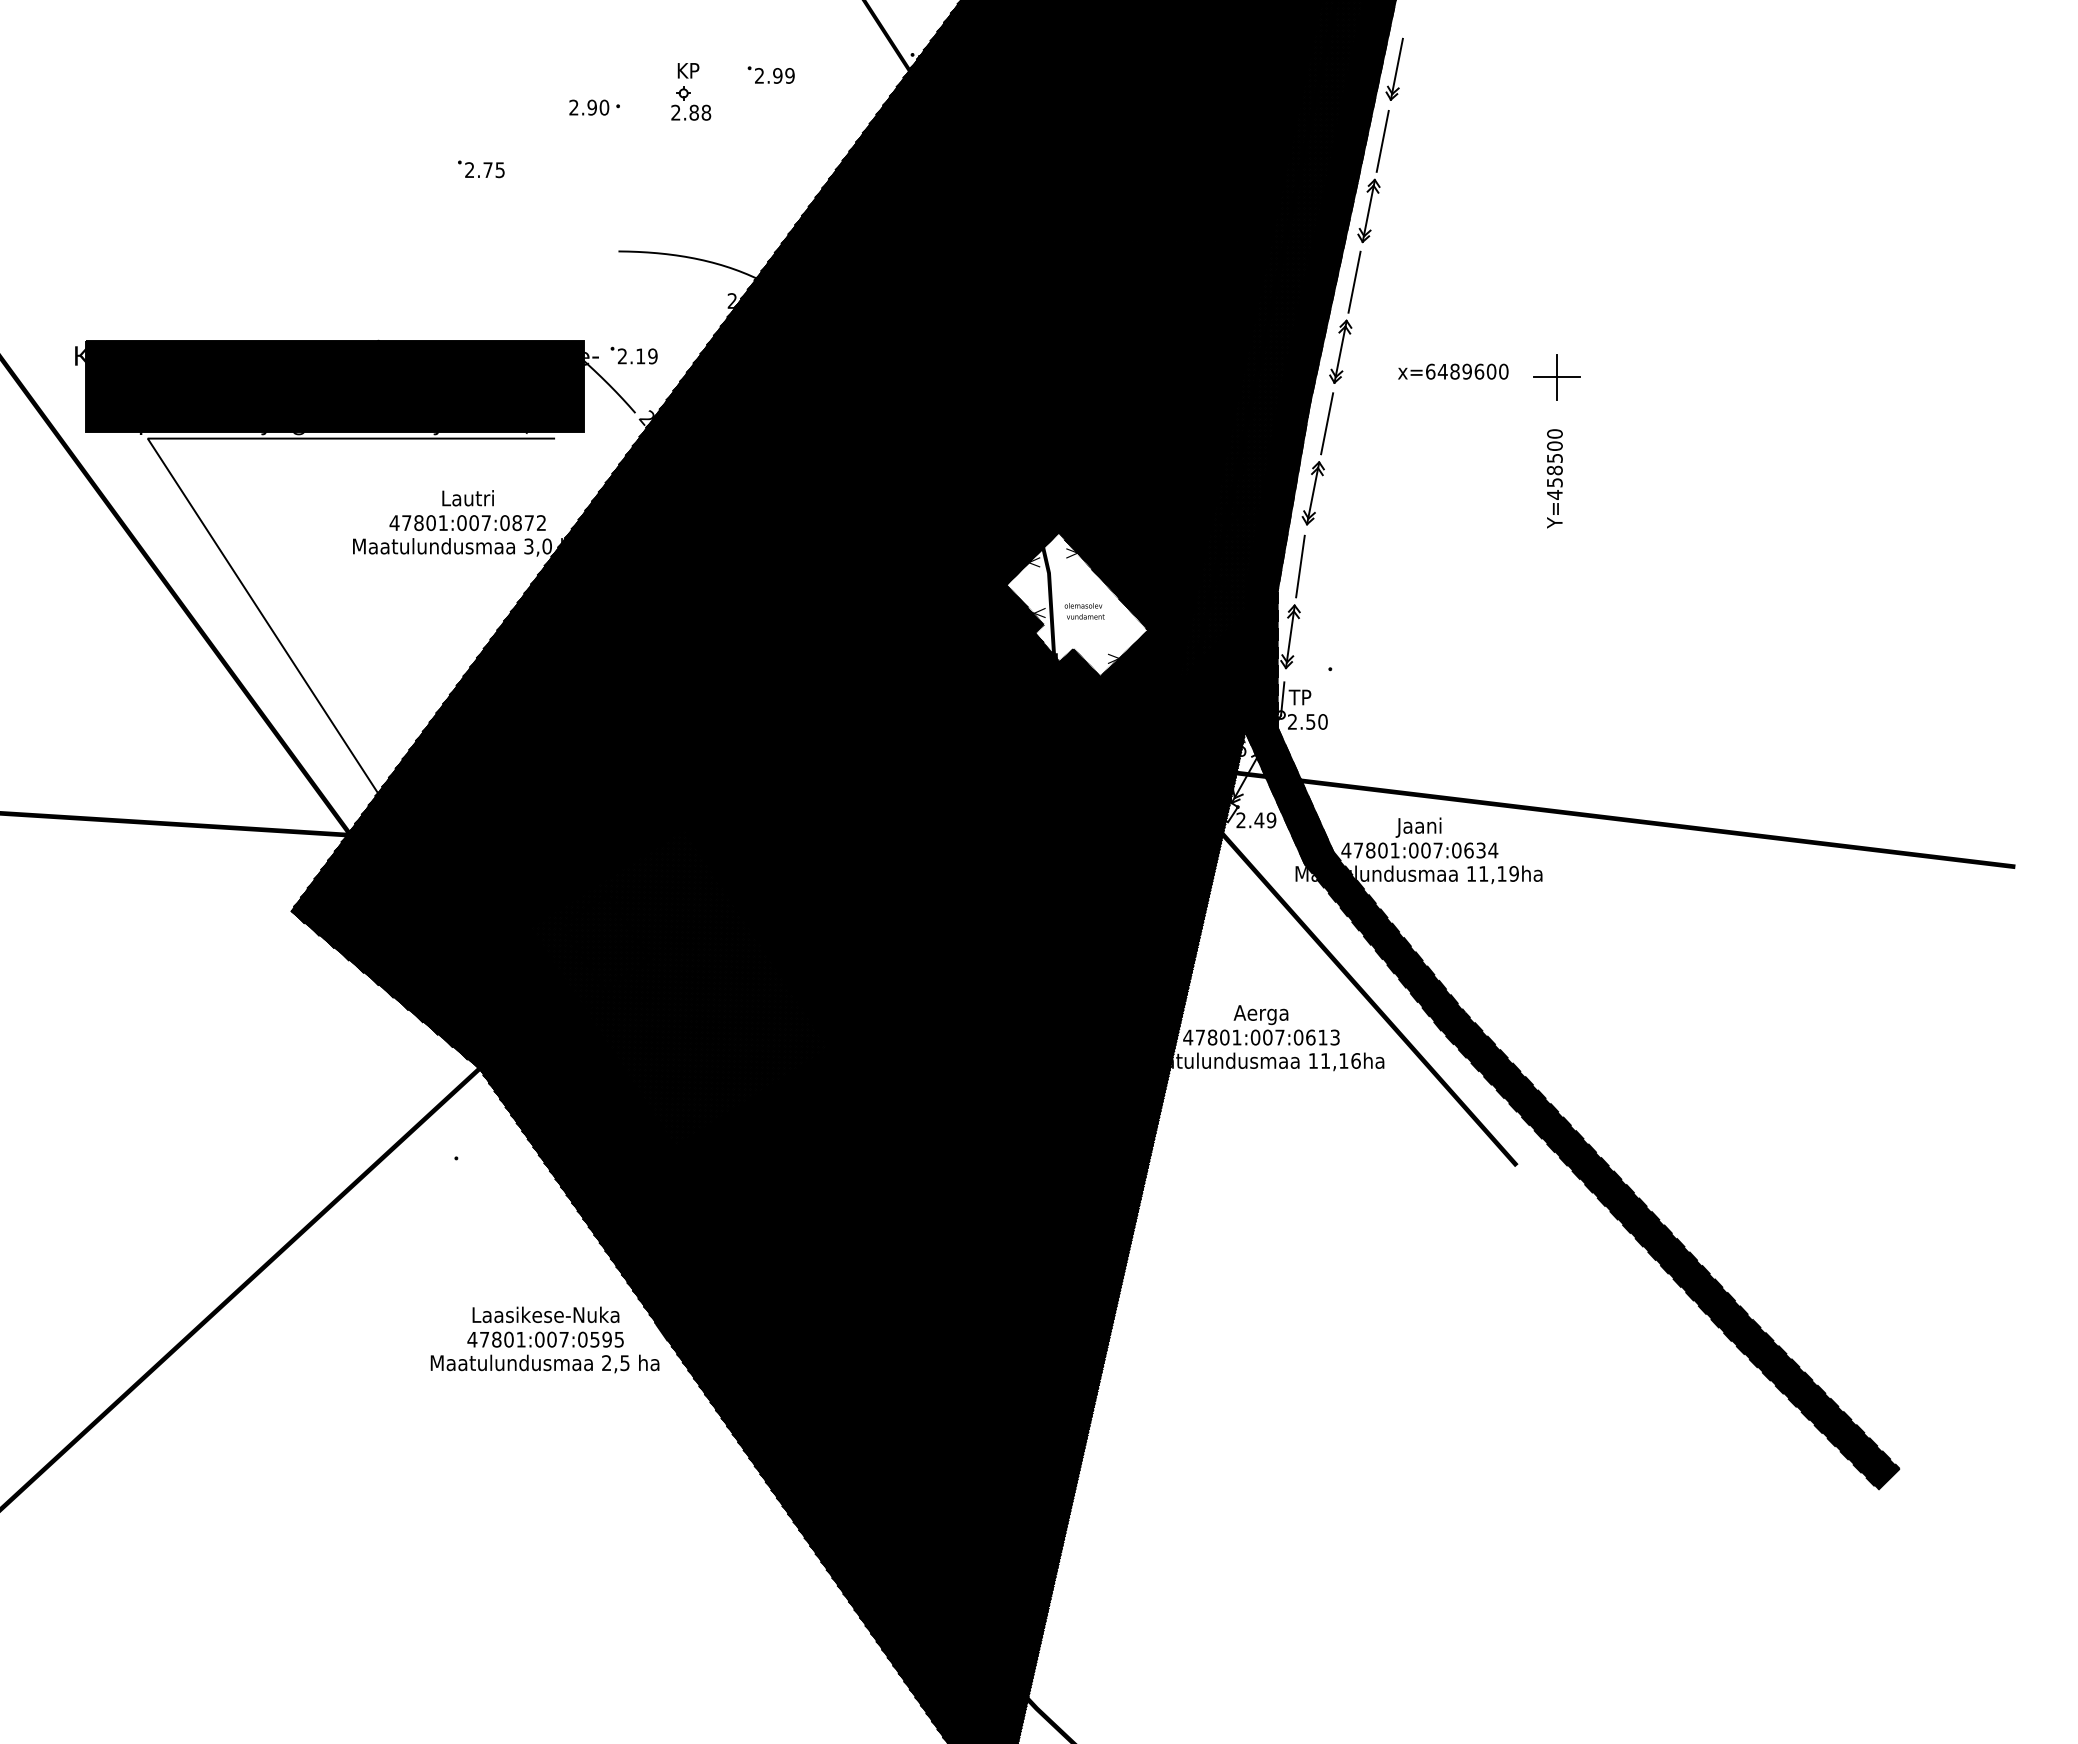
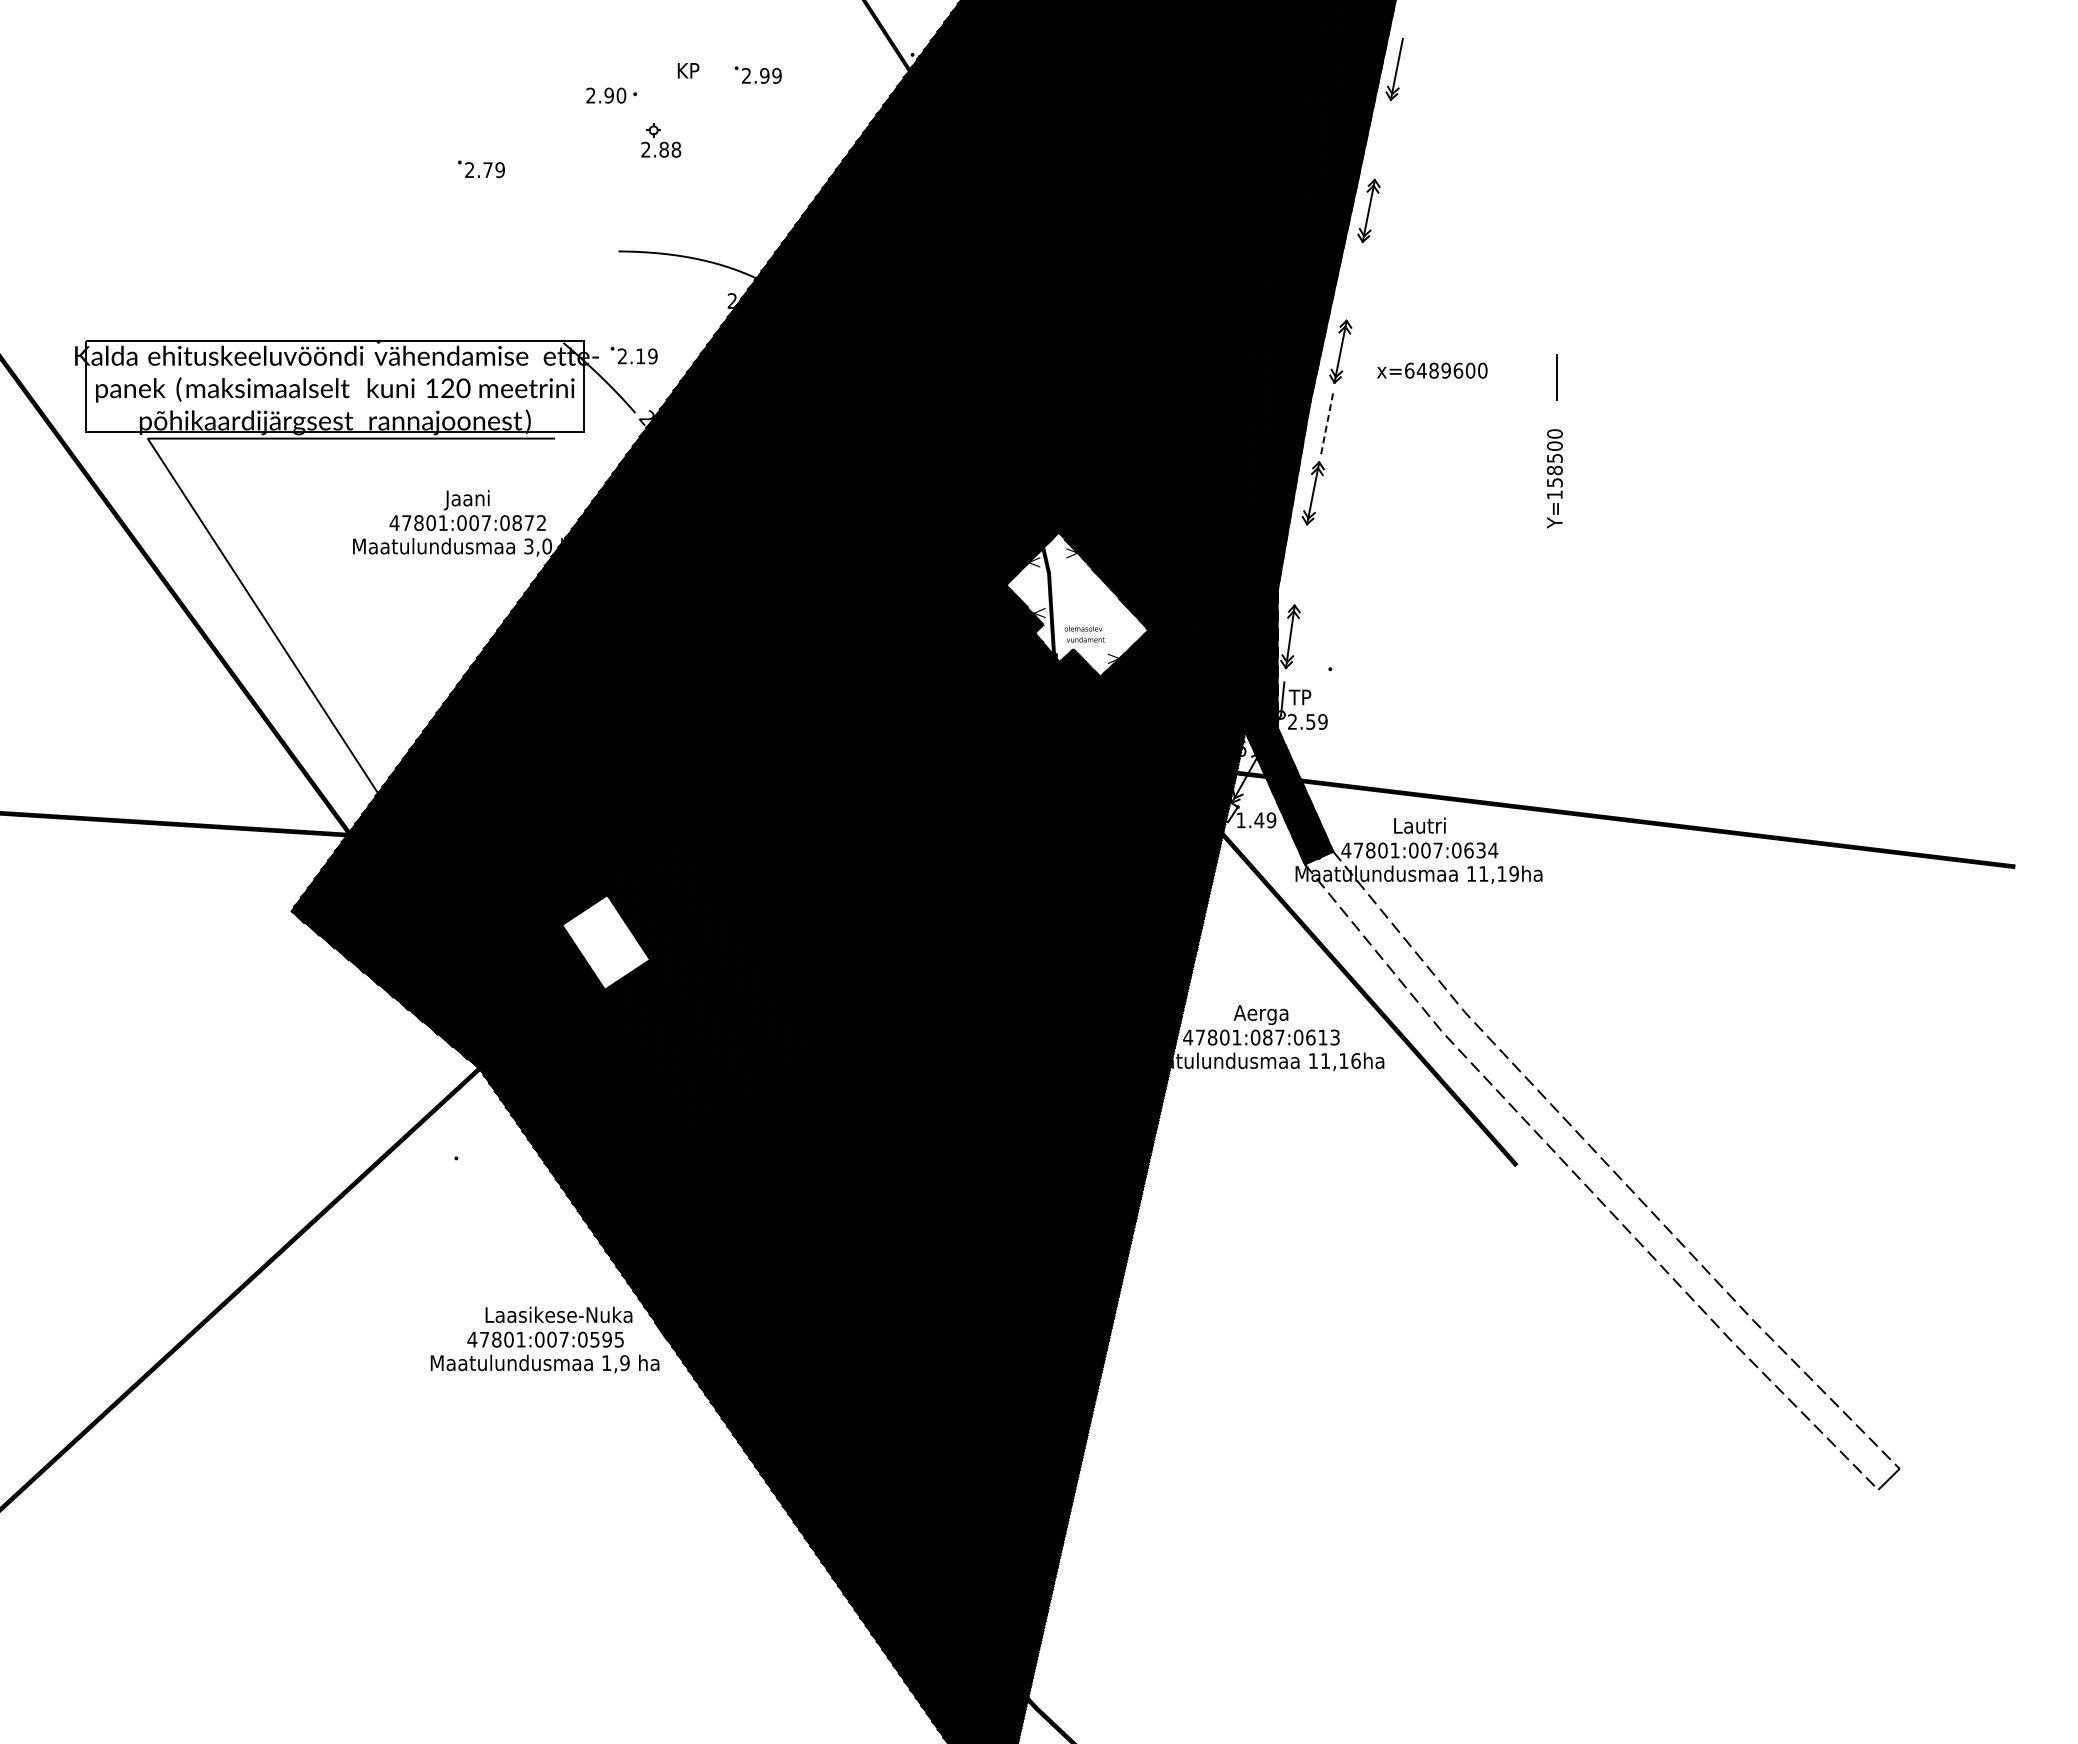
part at (770, 74) position: (770, 74) -> (757, 74)
part at (691, 103) position: (691, 103) -> (661, 140)
part at (594, 107) position: (594, 107) -> (611, 95)
line at (1382, 140): present -> none
text at (499, 169): 2.75 -> 2.79
line at (1354, 281): present -> none
text at (1453, 371) position: (1453, 371) -> (1432, 370)
line at (1557, 377): present -> none
fill at (334, 386): present -> none
line at (1327, 423): solid -> dashed
text at (1554, 494): Y=458500 -> Y=158500
text at (467, 500): Lautri -> Jaani
line at (1300, 566): present -> none
text at (1084, 611) position: (1084, 611) -> (1084, 634)
text at (1322, 721): 2.50 -> 2.59
text at (1240, 819): 2.49 -> 1.49
text at (1419, 827): Jaani -> Lautri
hatch at (605, 942): present -> none
text at (1267, 1037): 47801:007:0613 -> 47801:087:0613
fill at (1601, 1170): present -> none
text at (545, 1314) position: (545, 1314) -> (558, 1314)
text at (615, 1362): 2,5 -> 1,9
